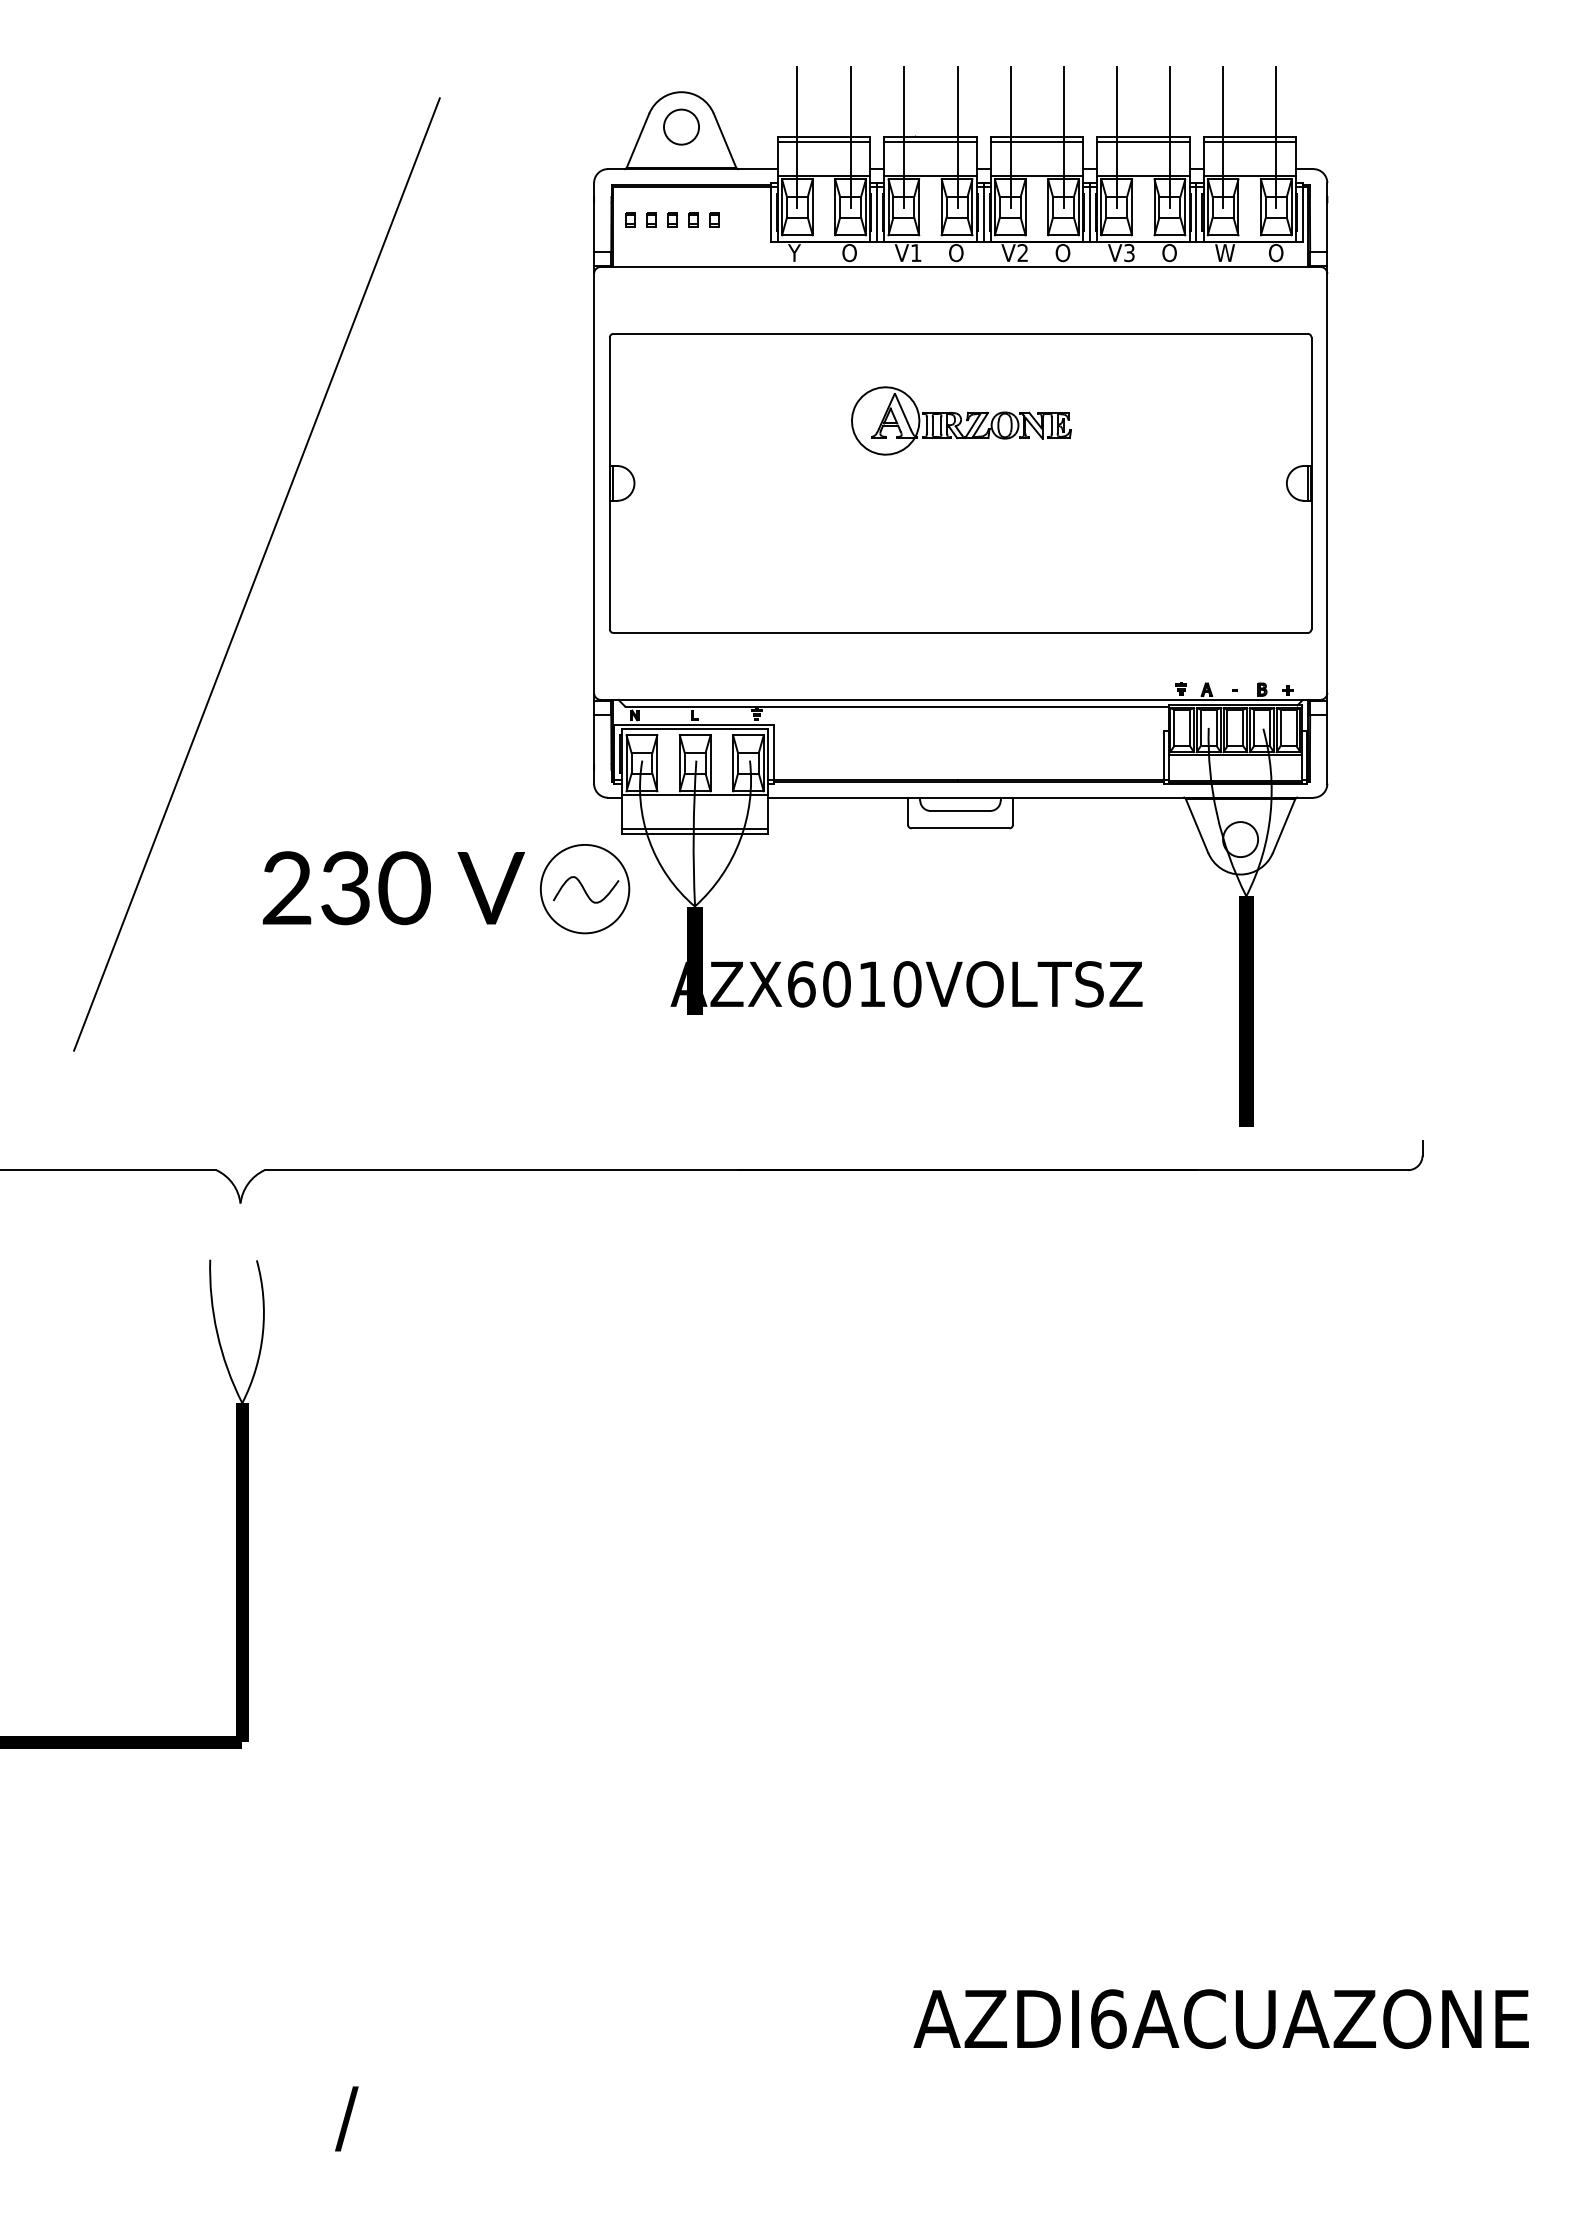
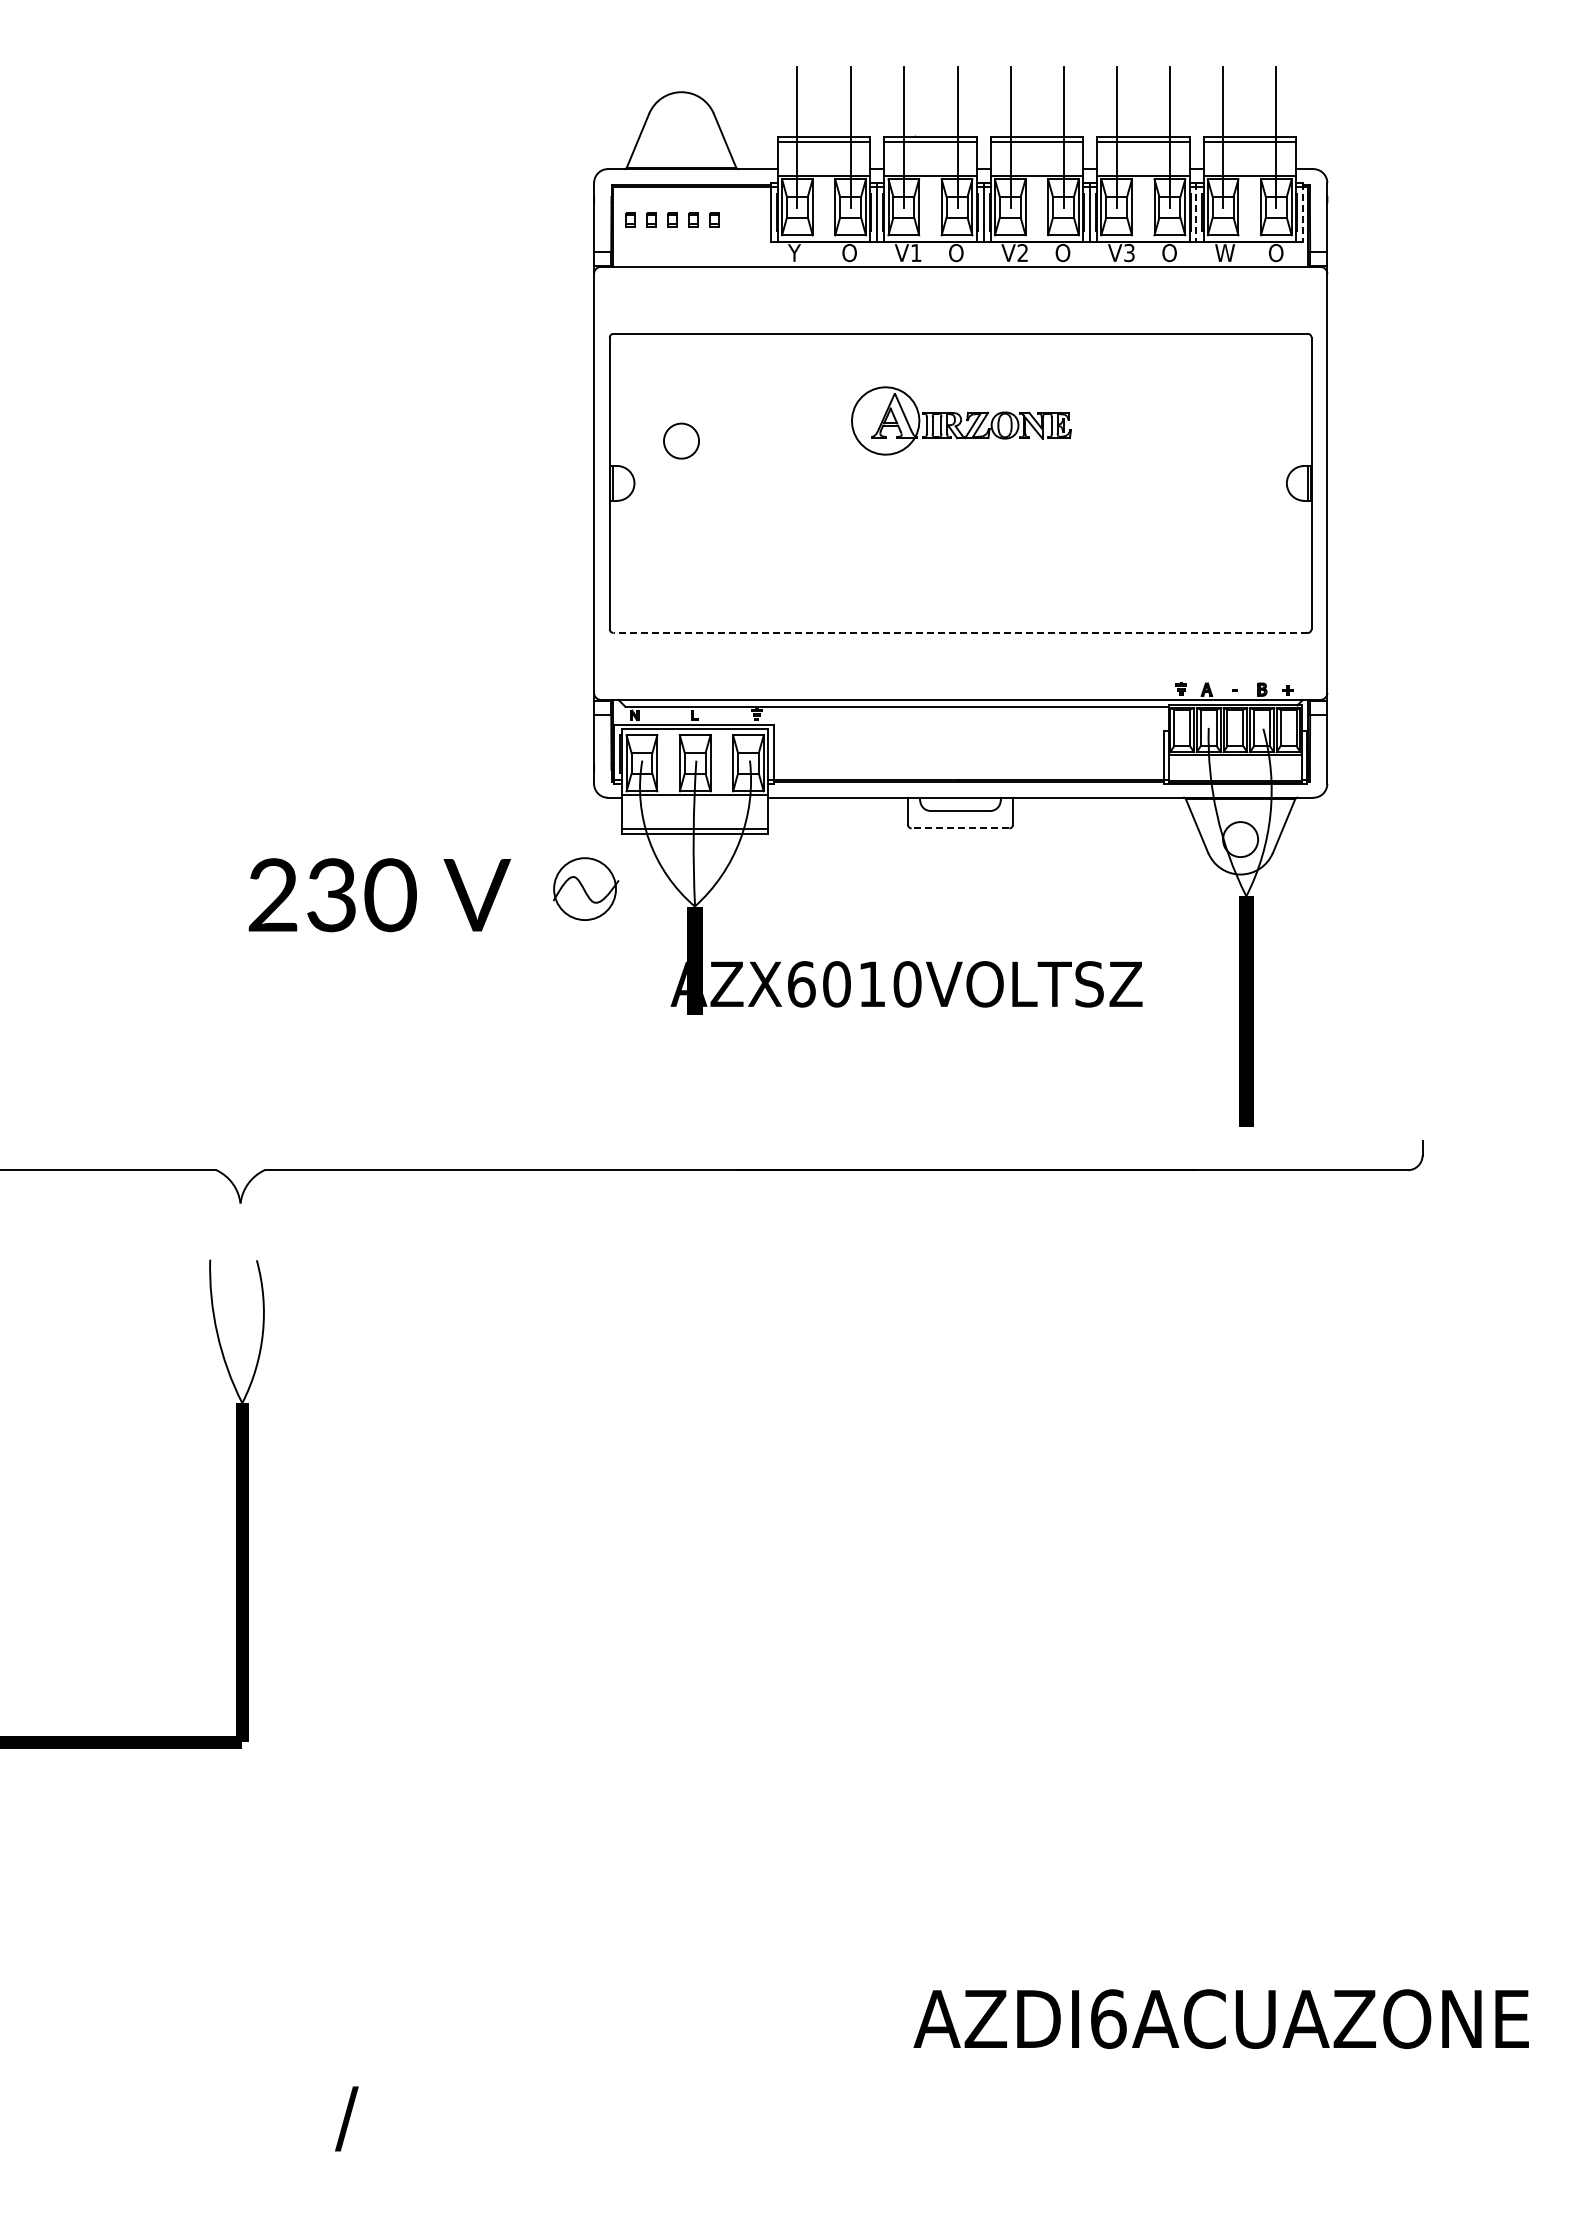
circle at (681, 126) position: (681, 126) -> (681, 440)
line at (1196, 212): solid -> dashed
line at (1302, 212): solid -> dashed
line at (256, 574): present -> none
line at (960, 632): solid -> dashed
line at (960, 828): solid -> dashed
text at (393, 888) position: (393, 888) -> (379, 895)
circle at (584, 888) diameter: 88 px -> 62 px
